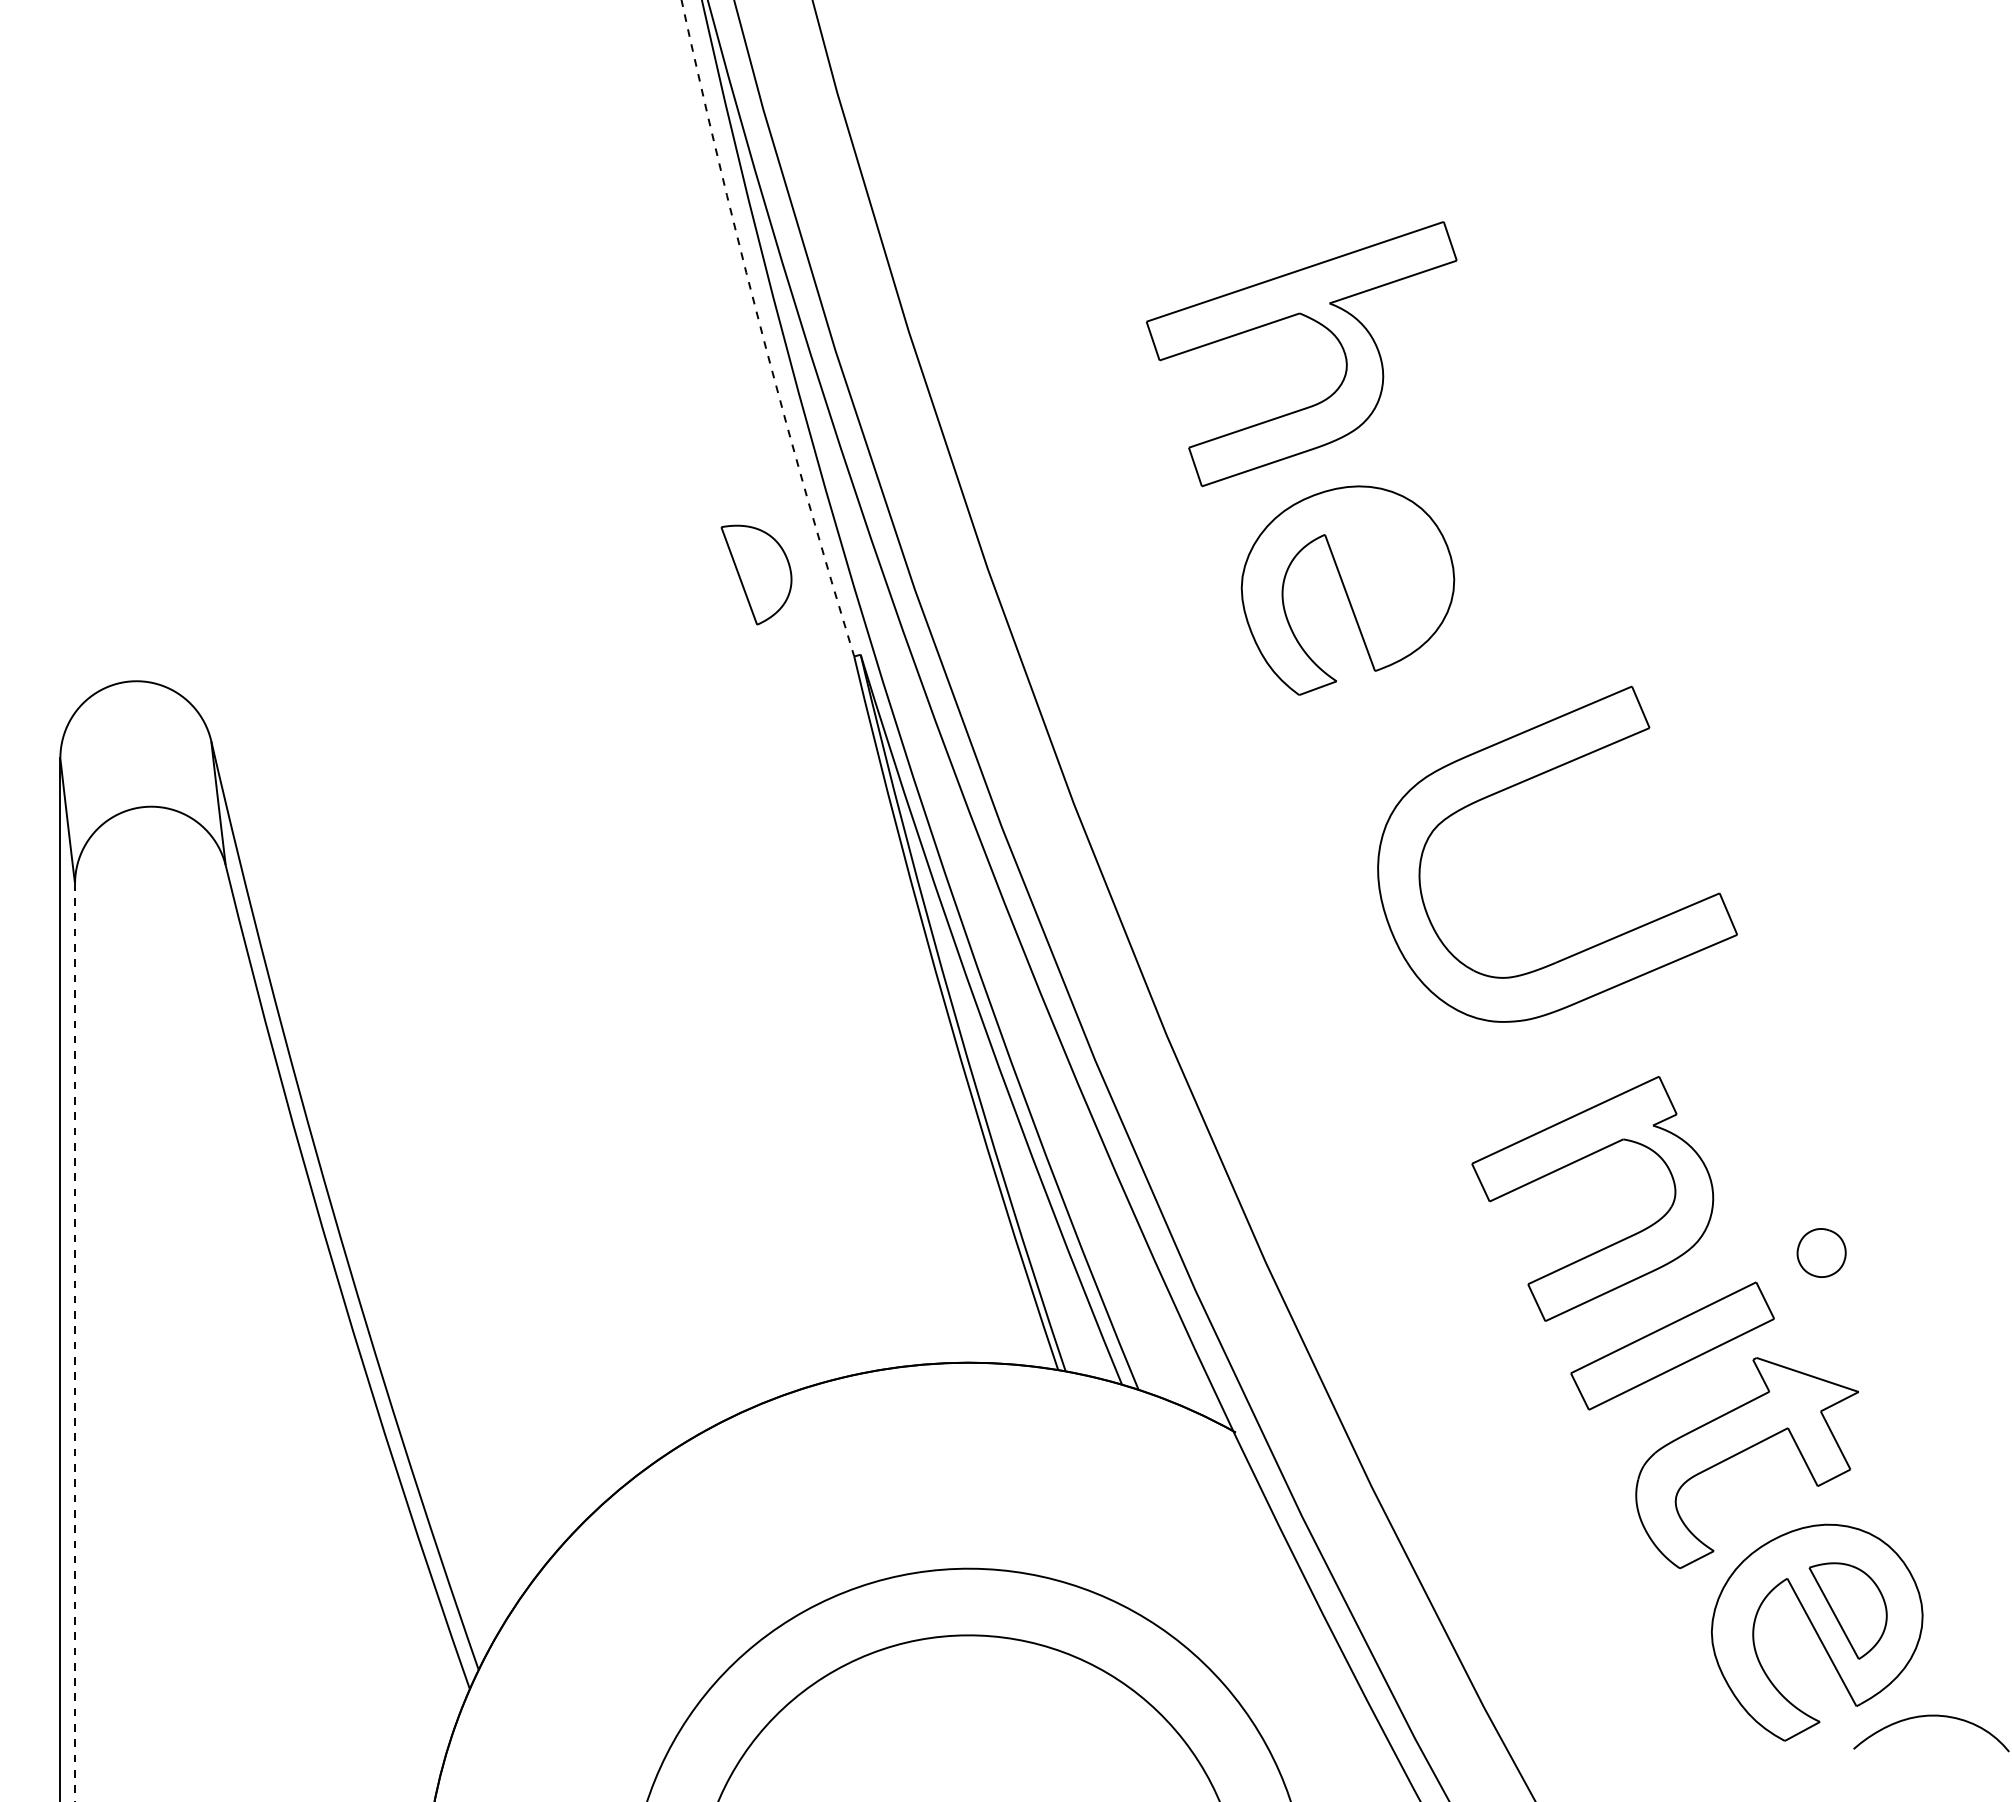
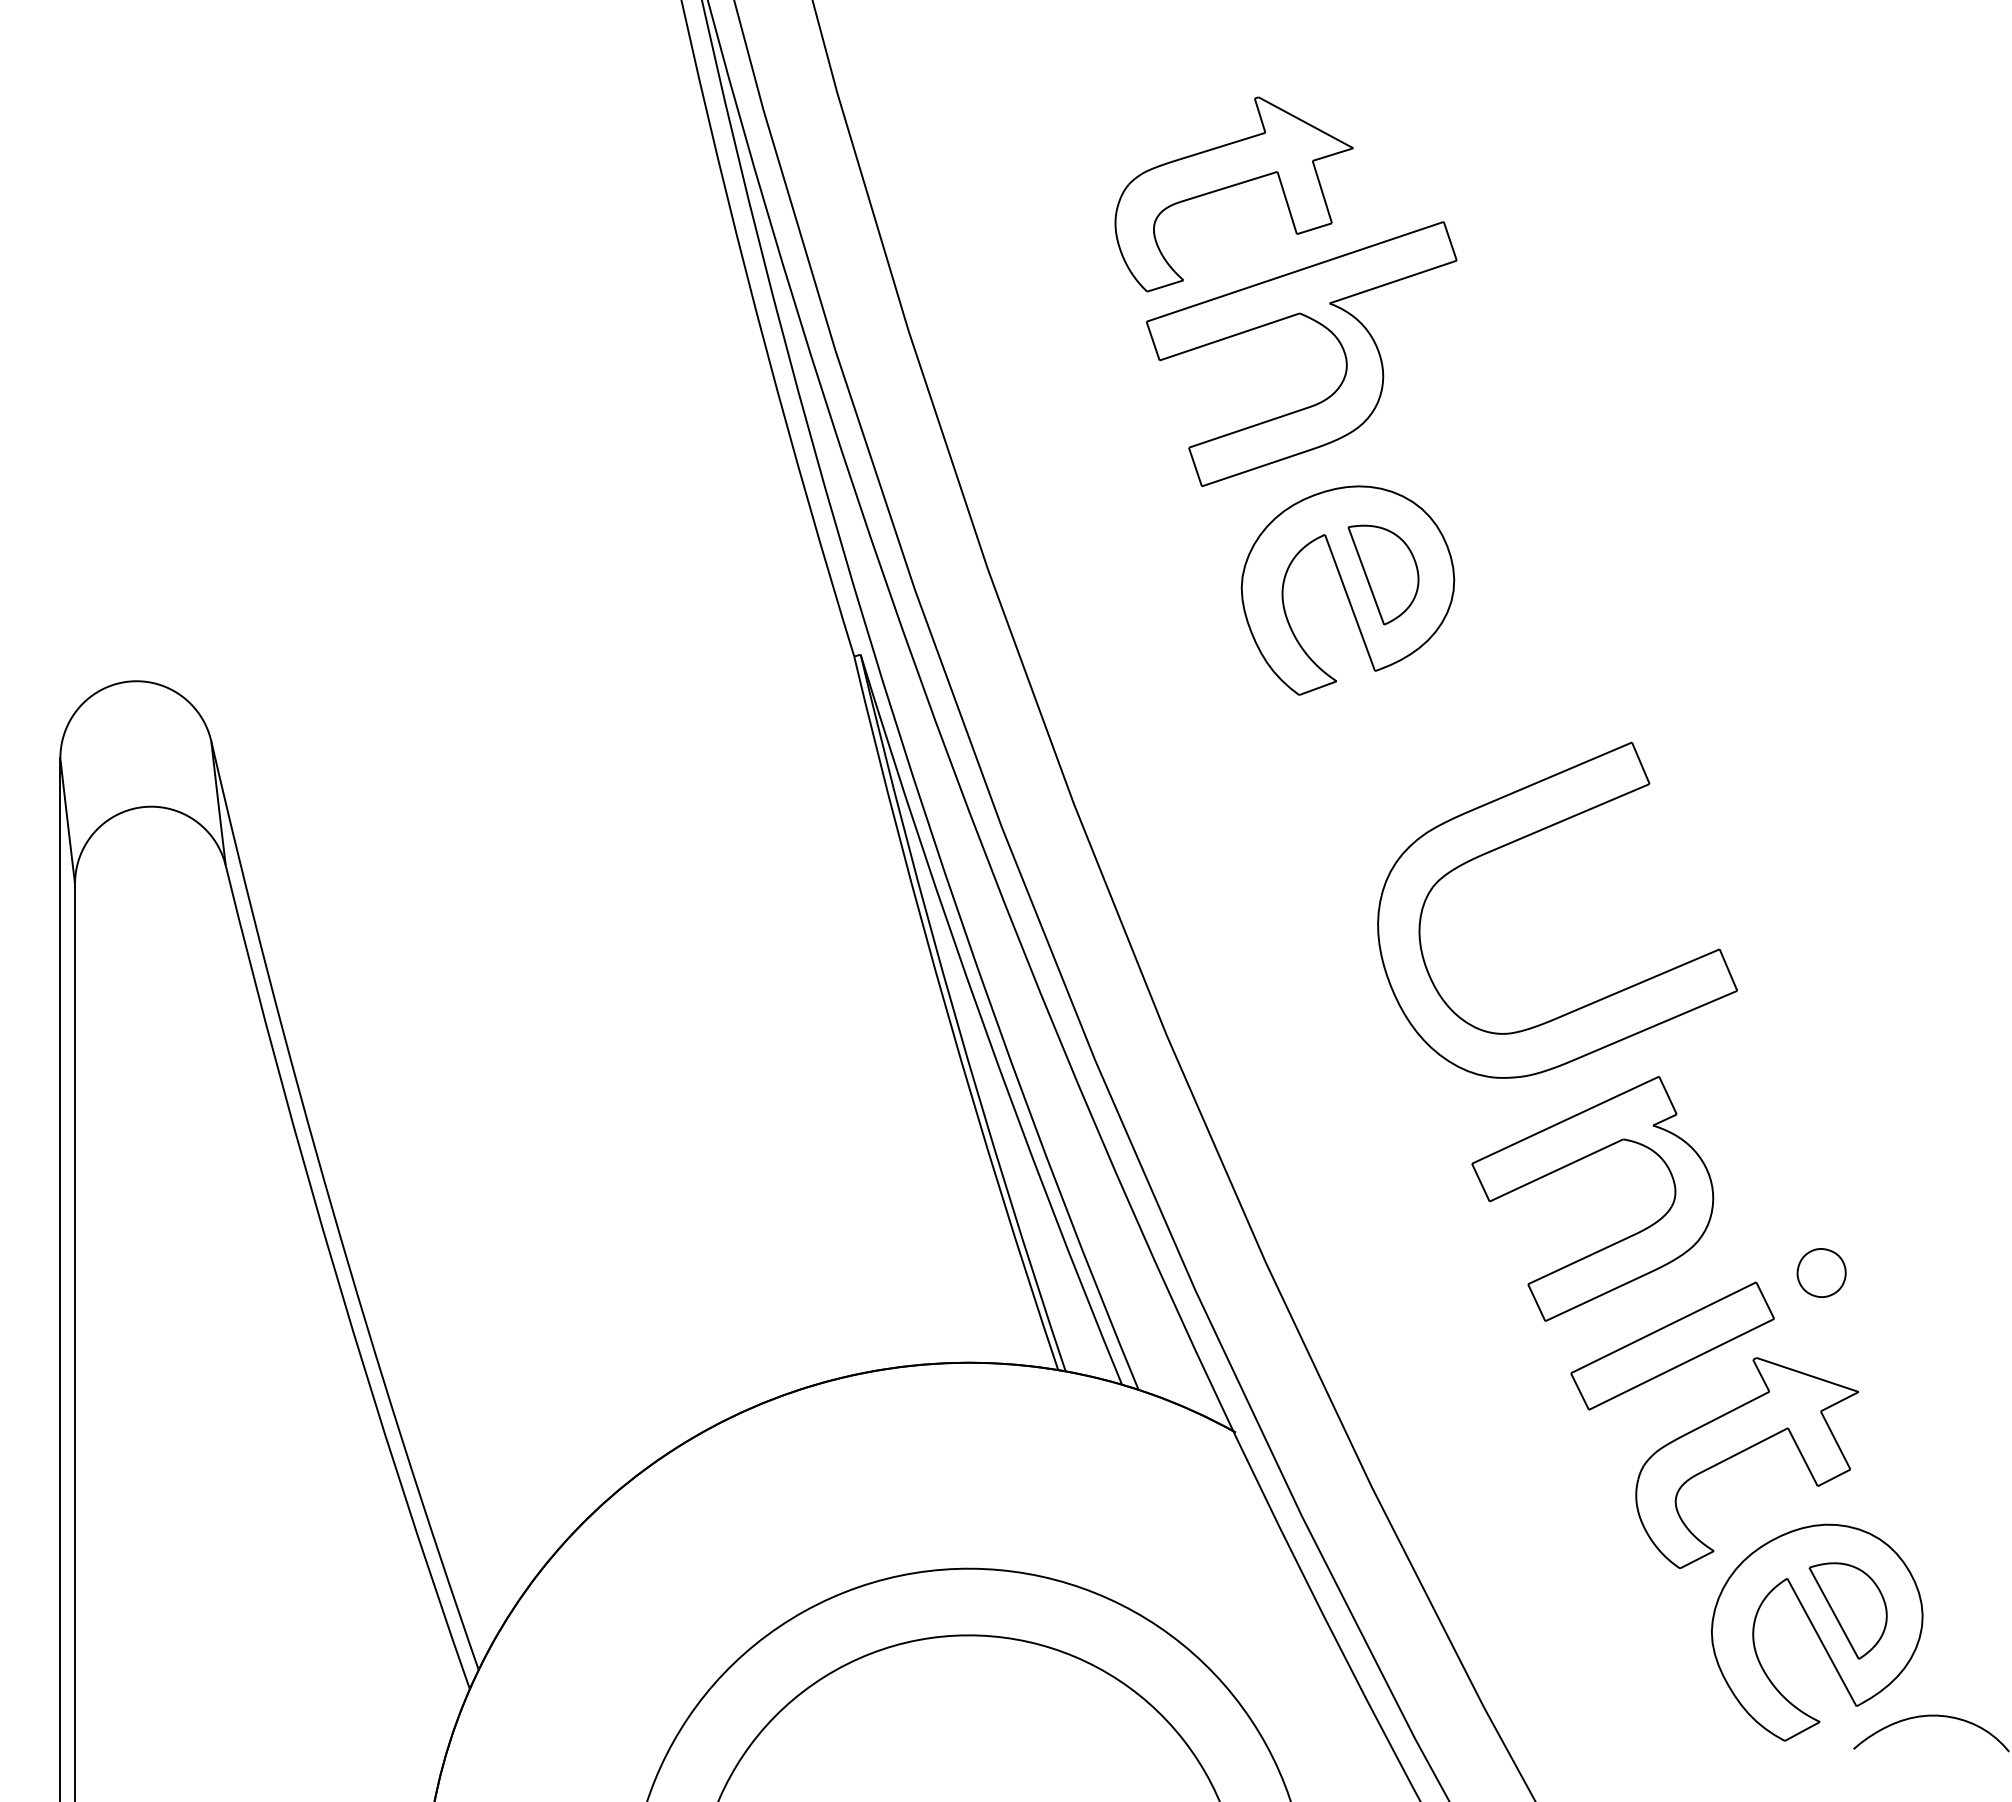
part at (1230, 187): none -> present
arc at (761, 330): dashed -> solid
part at (756, 574) position: (756, 574) -> (1383, 574)
part at (1524, 782) position: (1524, 782) -> (1524, 838)
part at (1821, 1252) position: (1821, 1252) -> (1821, 1272)
line at (75, 1342): dashed -> solid
